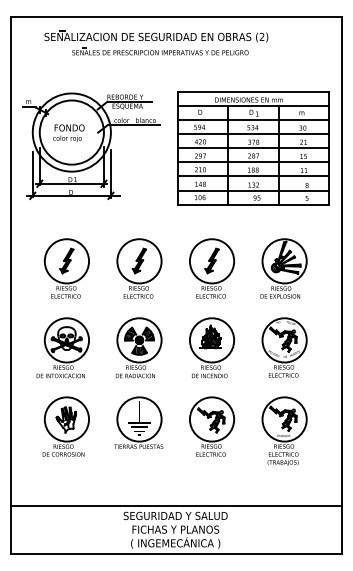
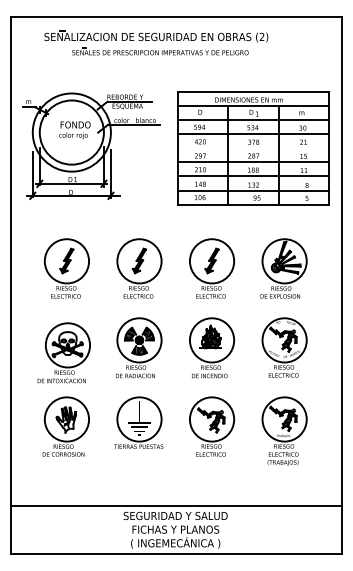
text at (68, 133) position: (68, 133) -> (74, 130)
line at (253, 148): present -> none
part at (62, 347) position: (62, 347) -> (63, 352)
